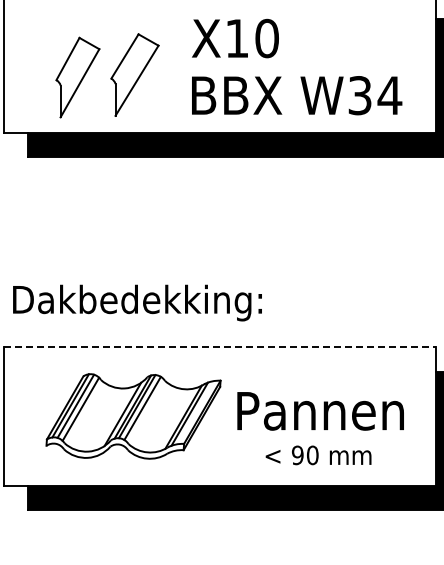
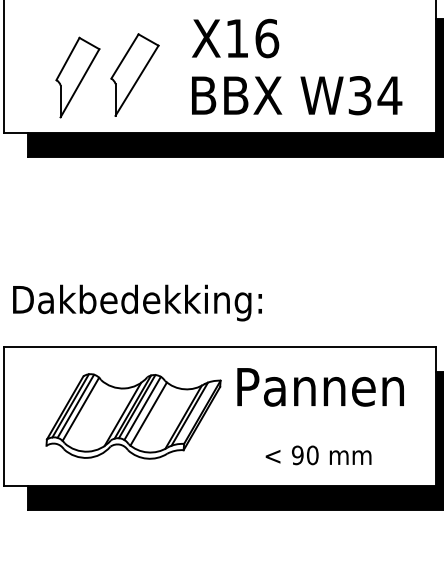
text at (267, 38): X10 -> X16
line at (220, 347): dashed -> solid
text at (320, 411) position: (320, 411) -> (320, 387)
line at (148, 413): none -> present
